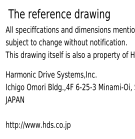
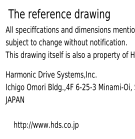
text at (38, 125) position: (38, 125) -> (46, 125)
